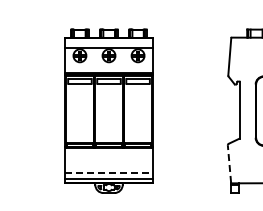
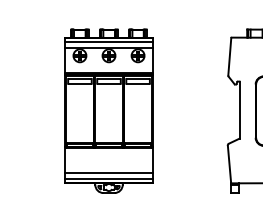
line at (108, 42): none -> present
line at (229, 164): dashed -> solid
line at (109, 172): dashed -> solid
